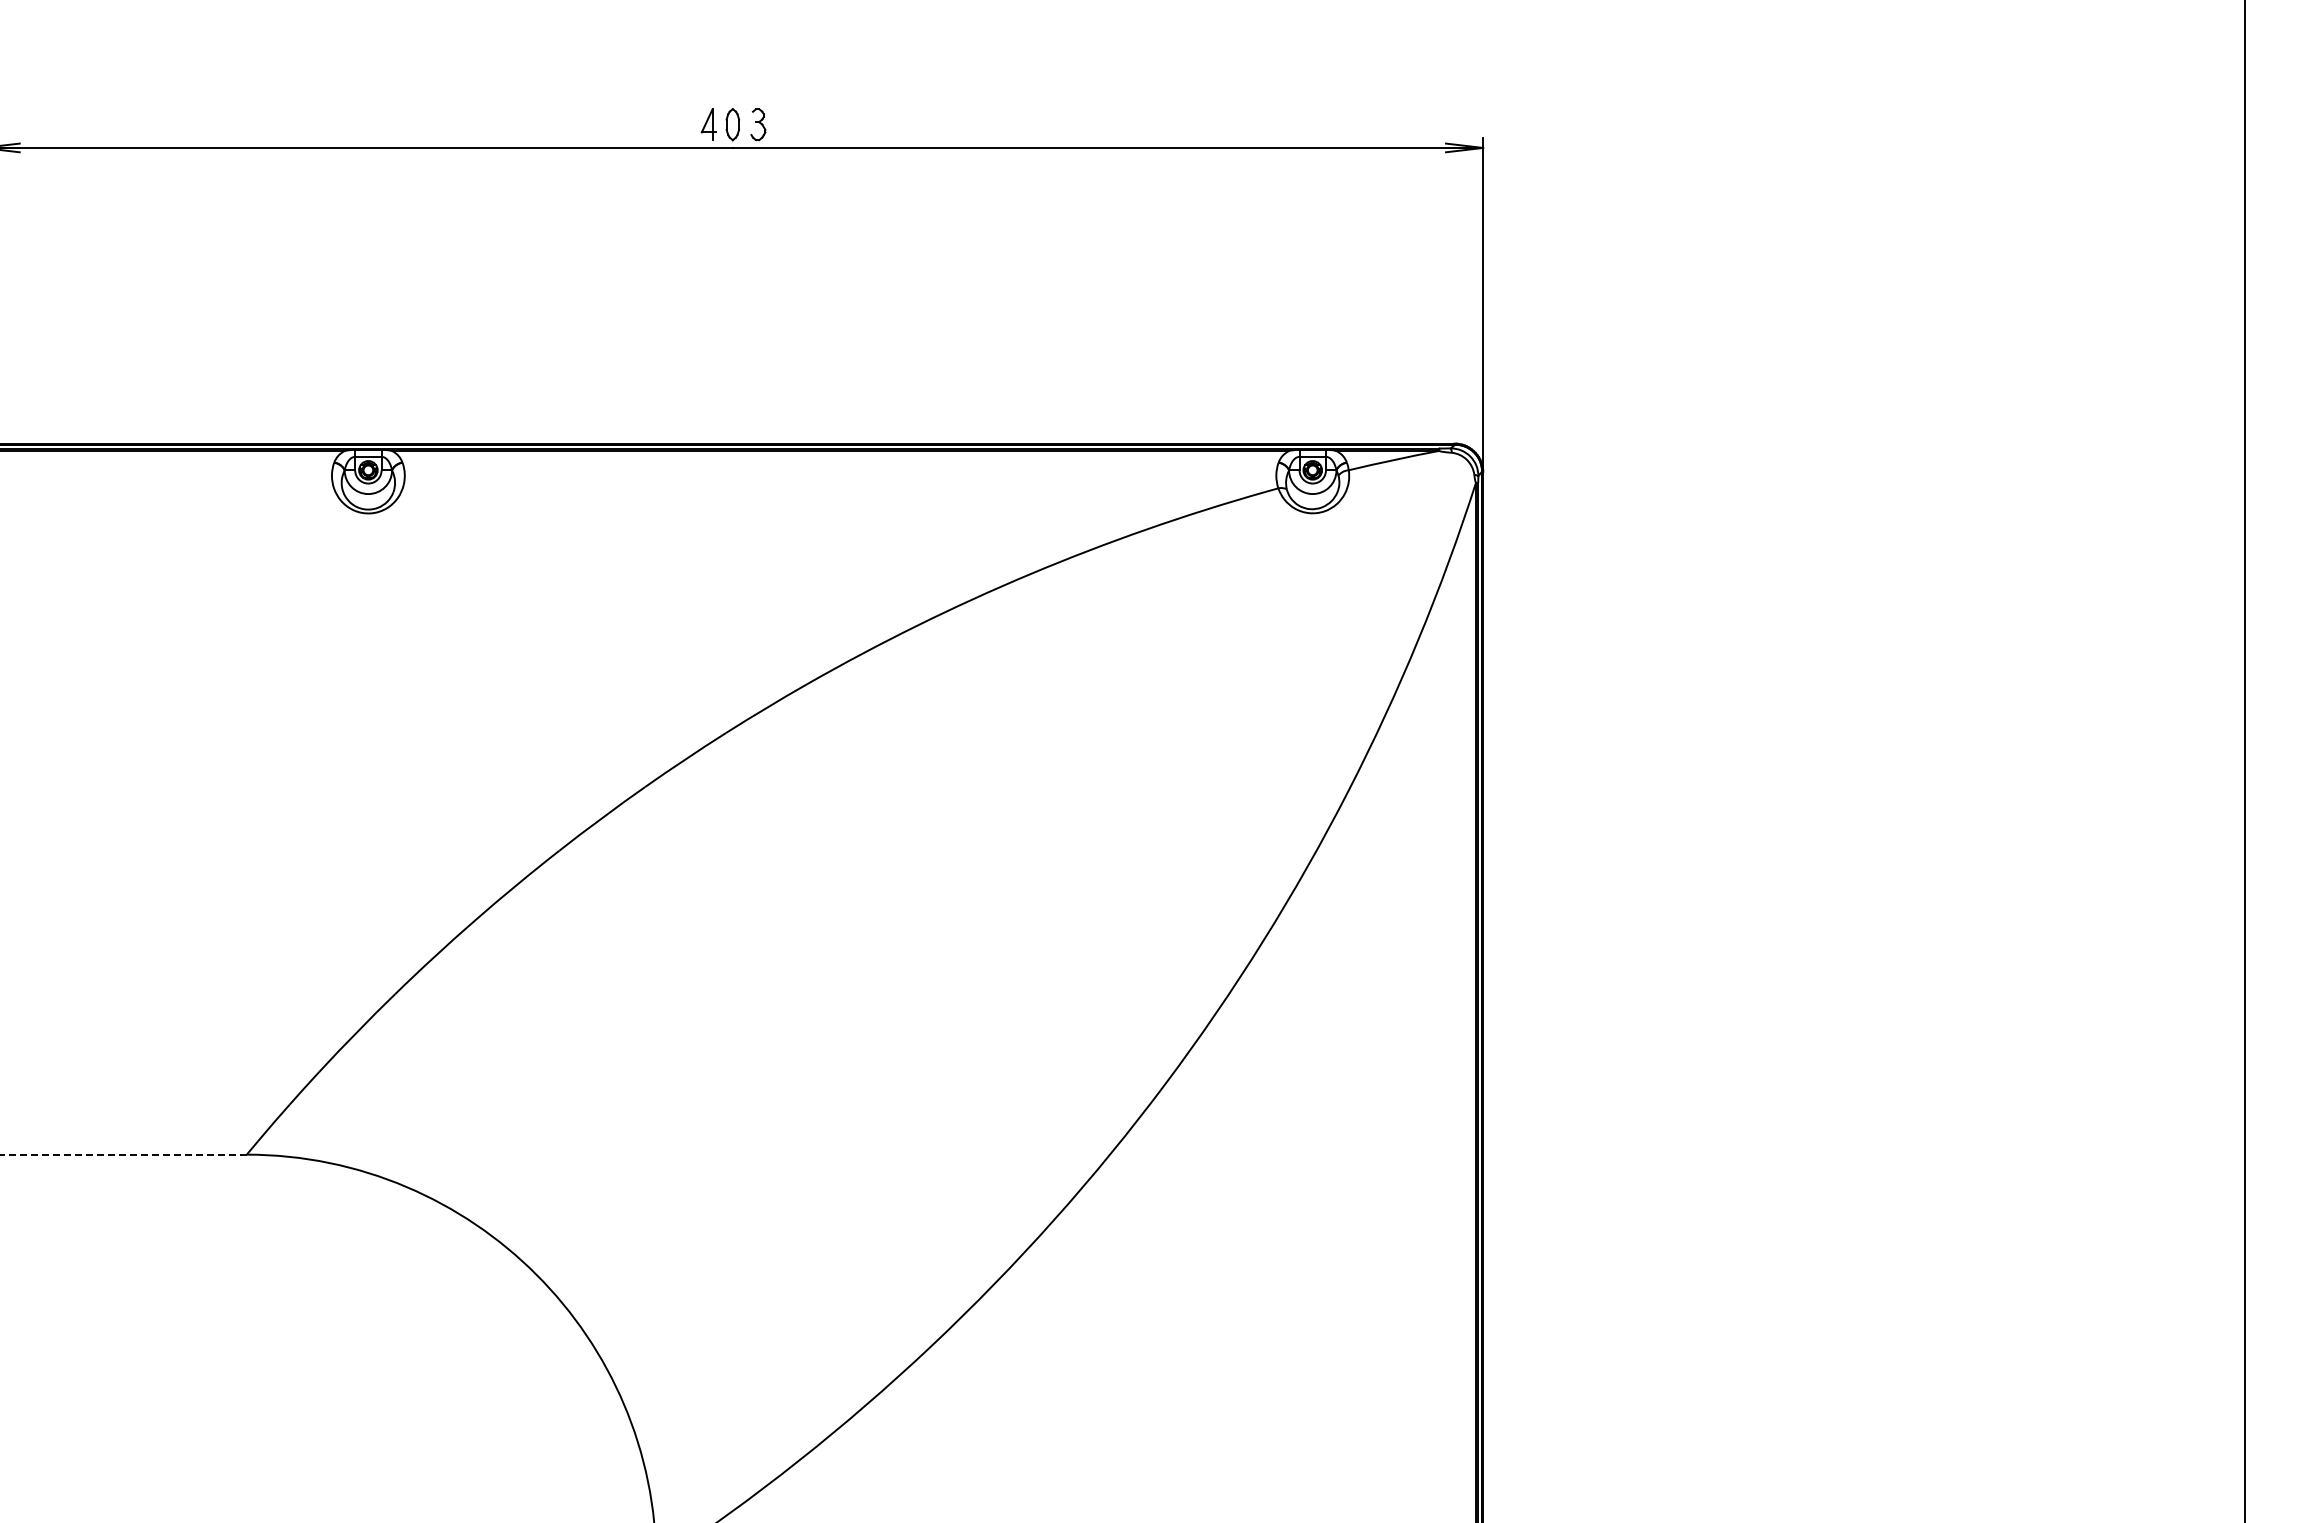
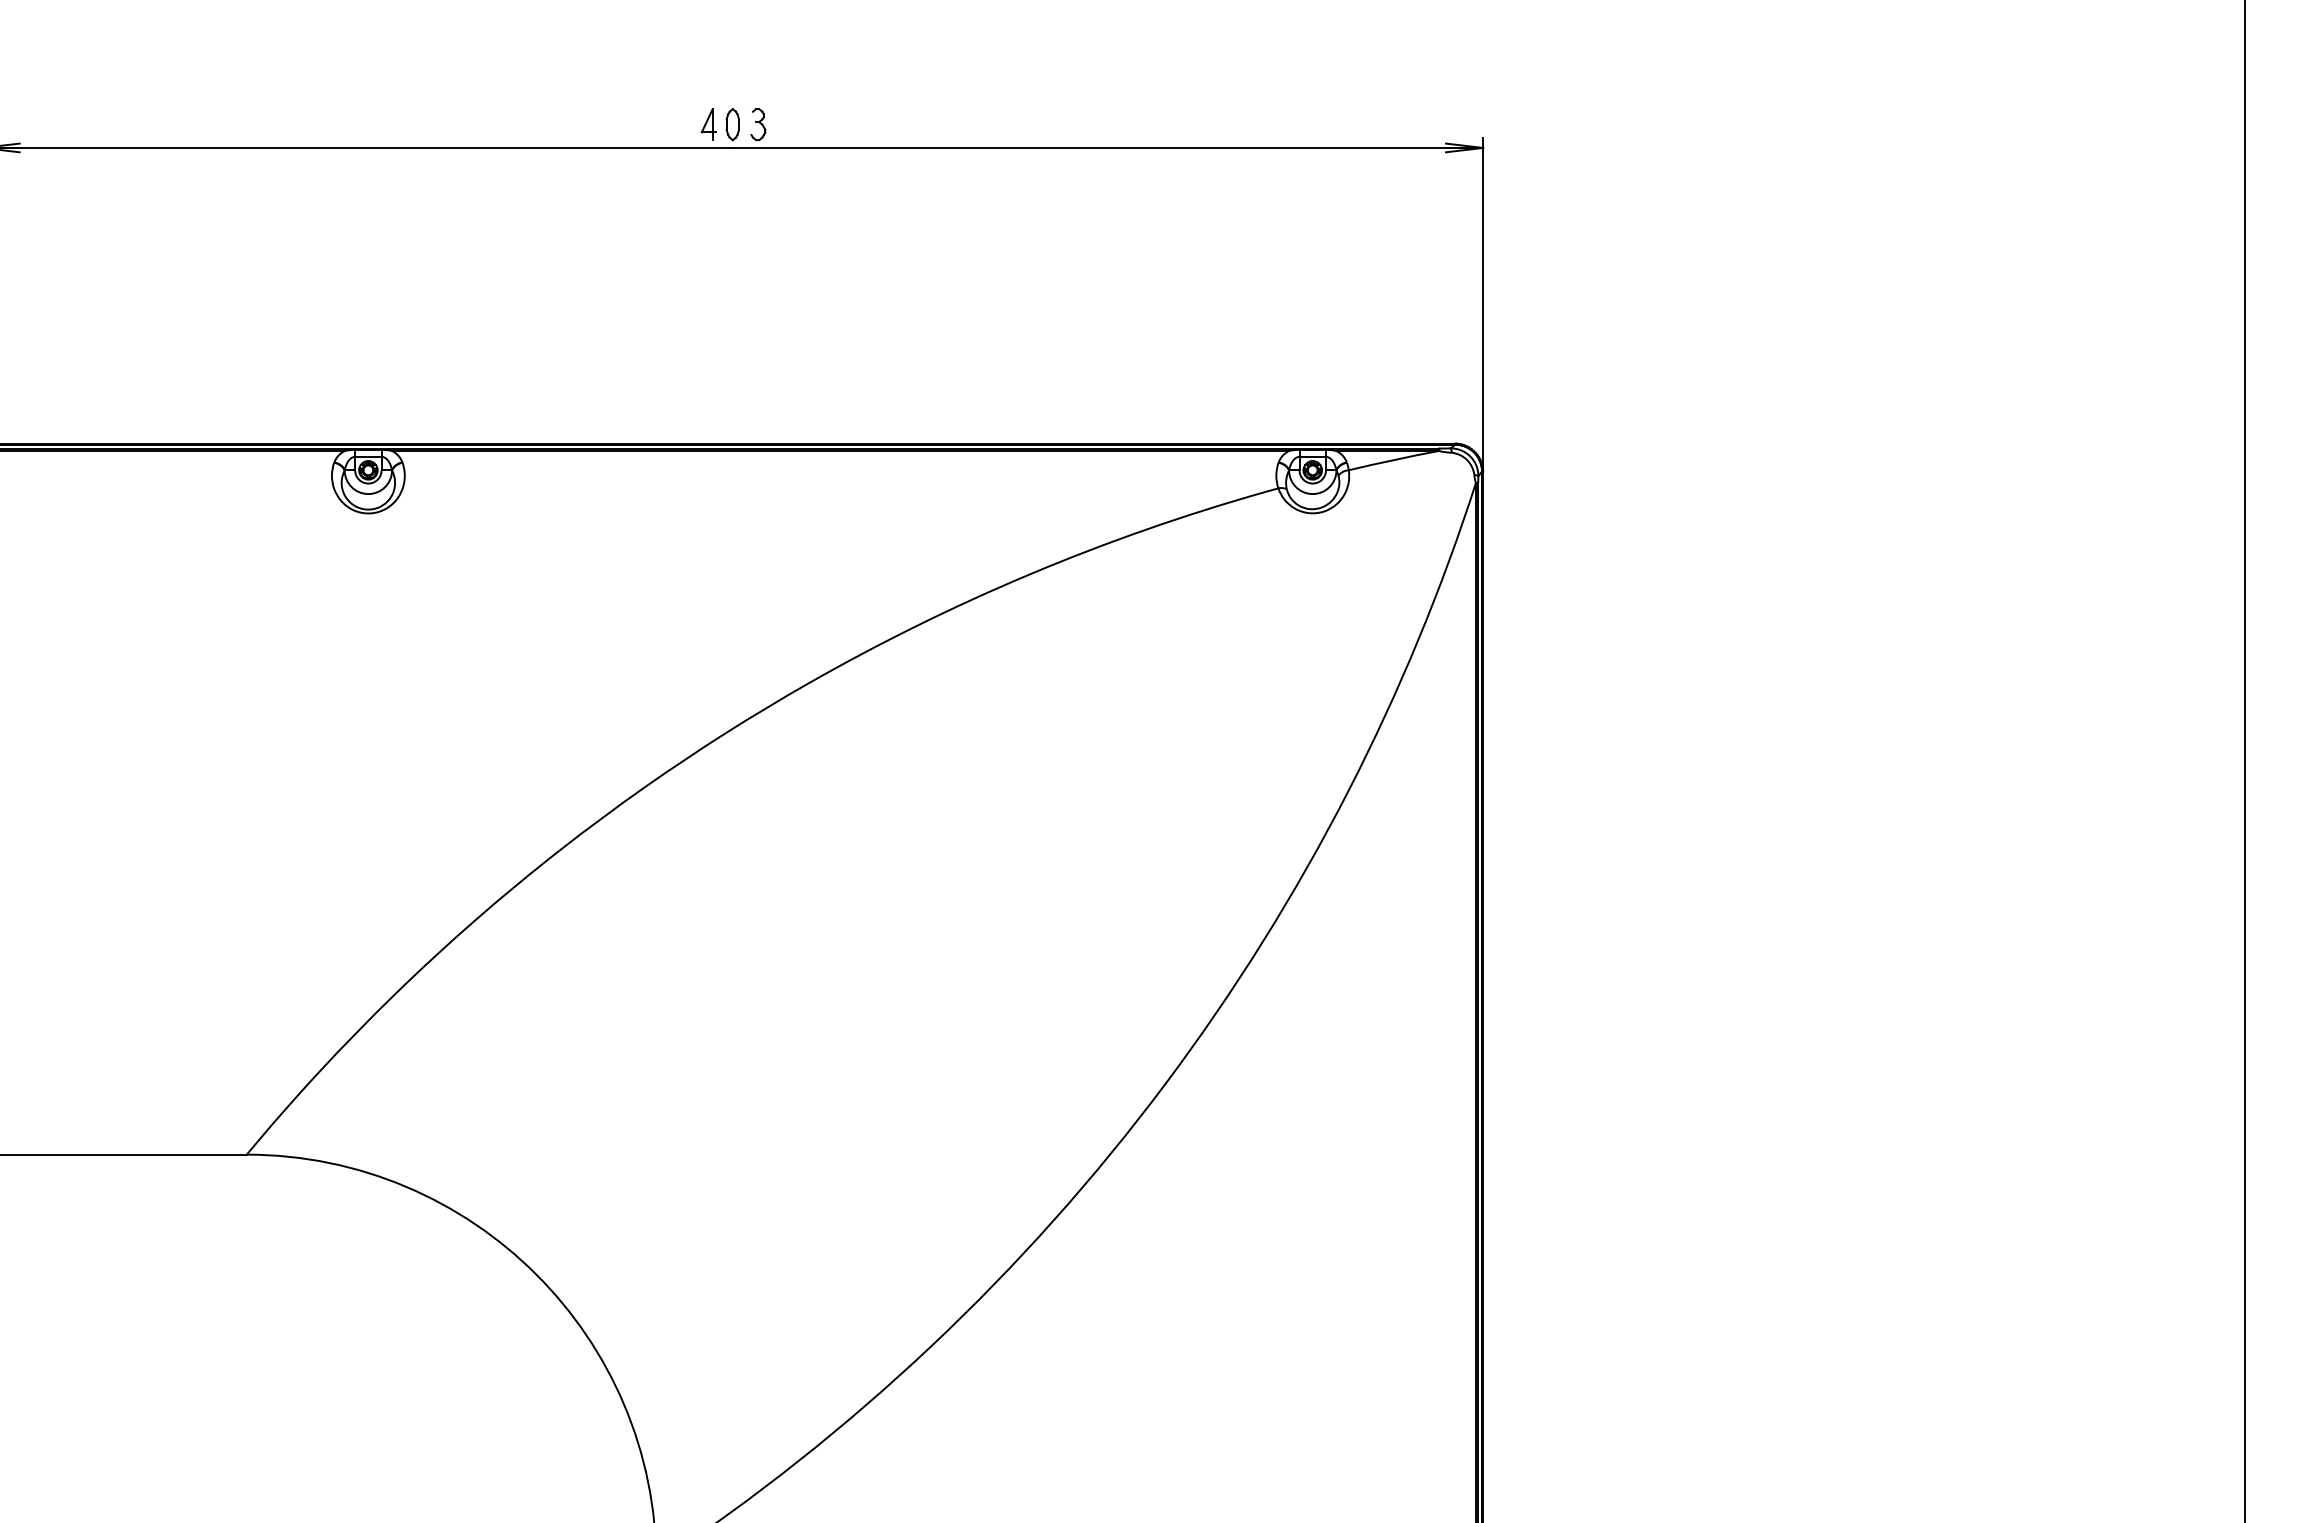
line at (123, 1154): dashed -> solid
